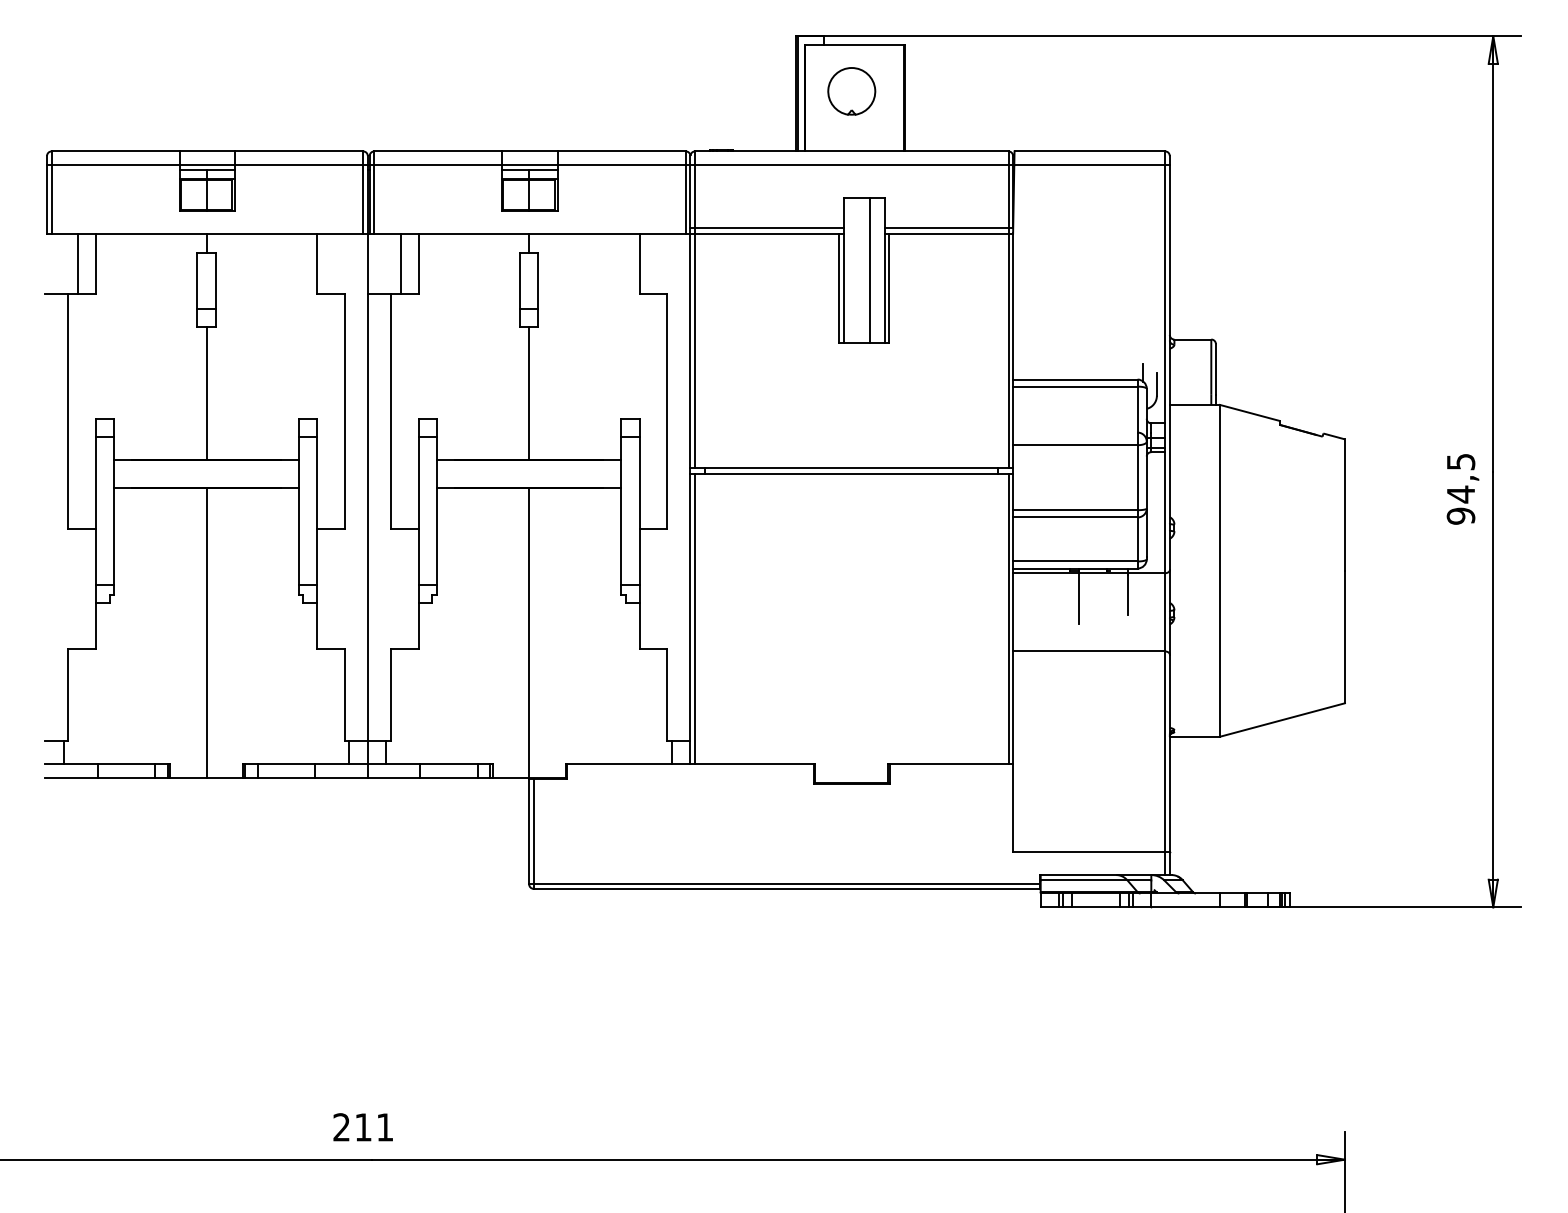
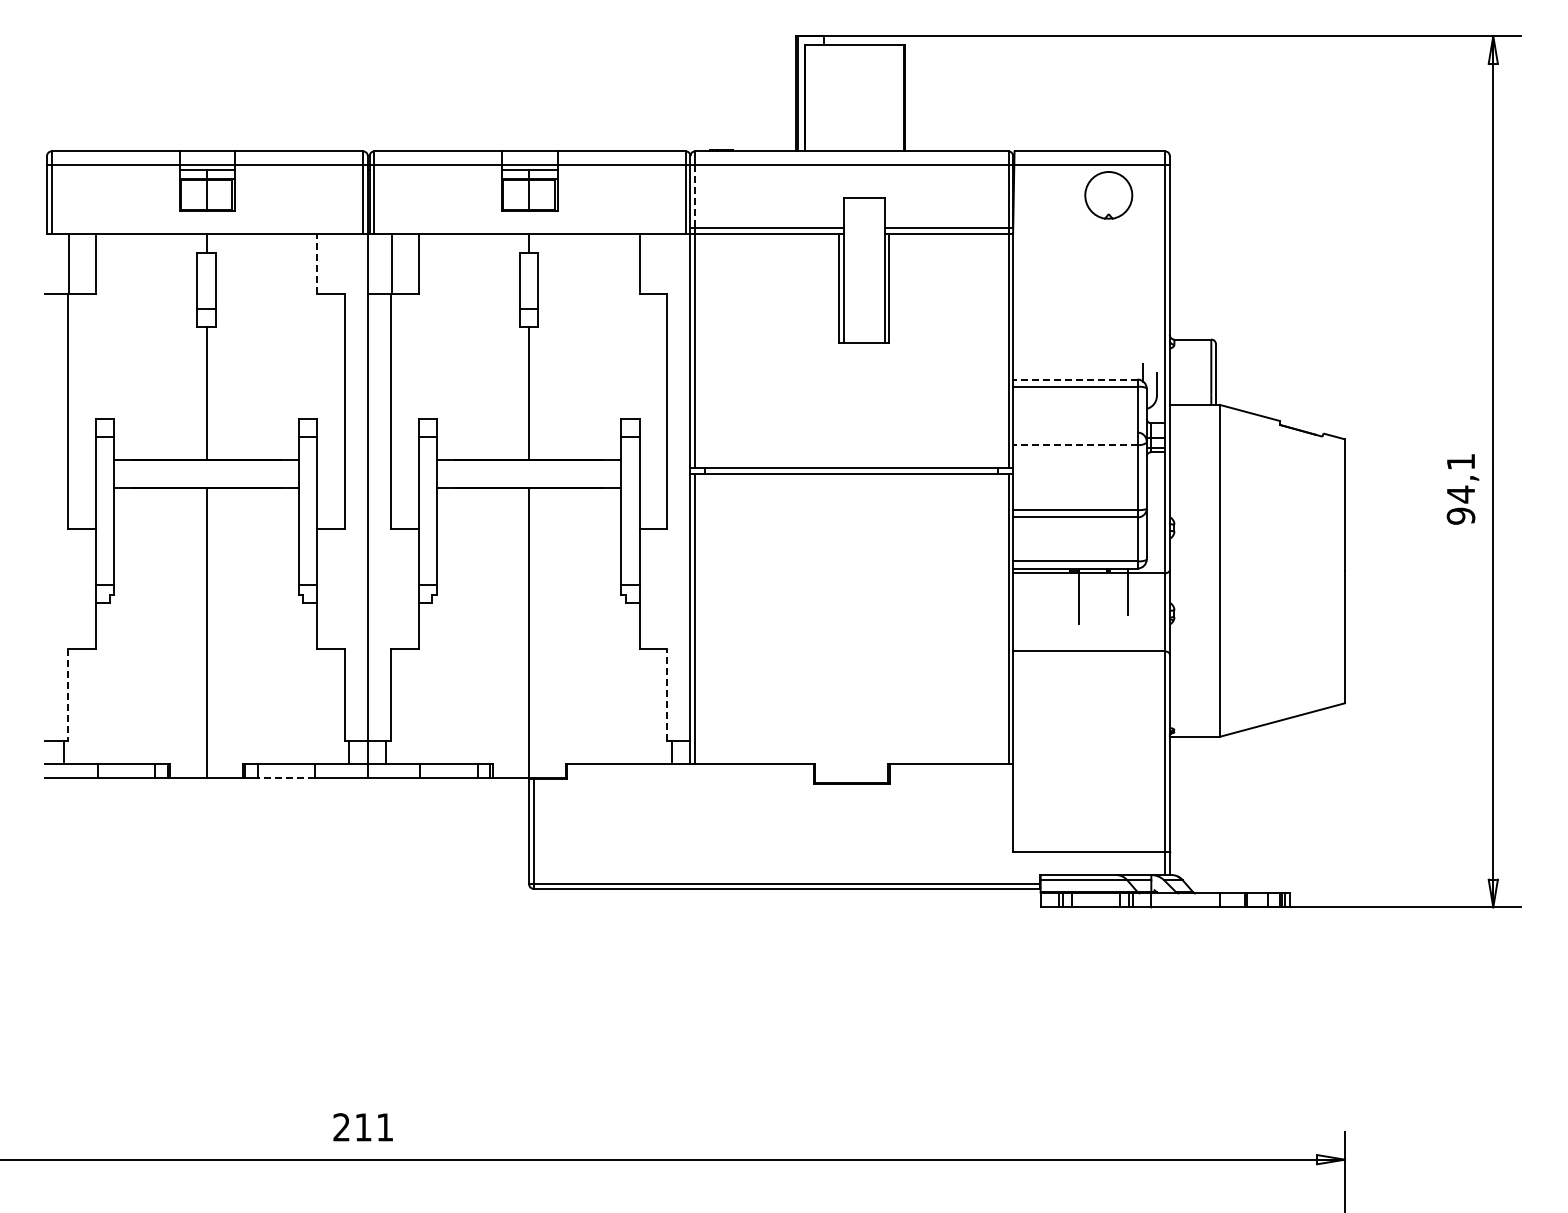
part at (851, 91) position: (851, 91) -> (1108, 195)
line at (695, 197): solid -> dashed
line at (78, 264) position: (78, 264) -> (69, 264)
line at (317, 264): solid -> dashed
line at (401, 264) position: (401, 264) -> (392, 264)
line at (870, 270): present -> none
line at (1074, 379): solid -> dashed
line at (1074, 445): solid -> dashed
text at (1461, 462): 94,5 -> 94,1
line at (667, 694): solid -> dashed
line at (68, 695): solid -> dashed
line at (286, 778): solid -> dashed
